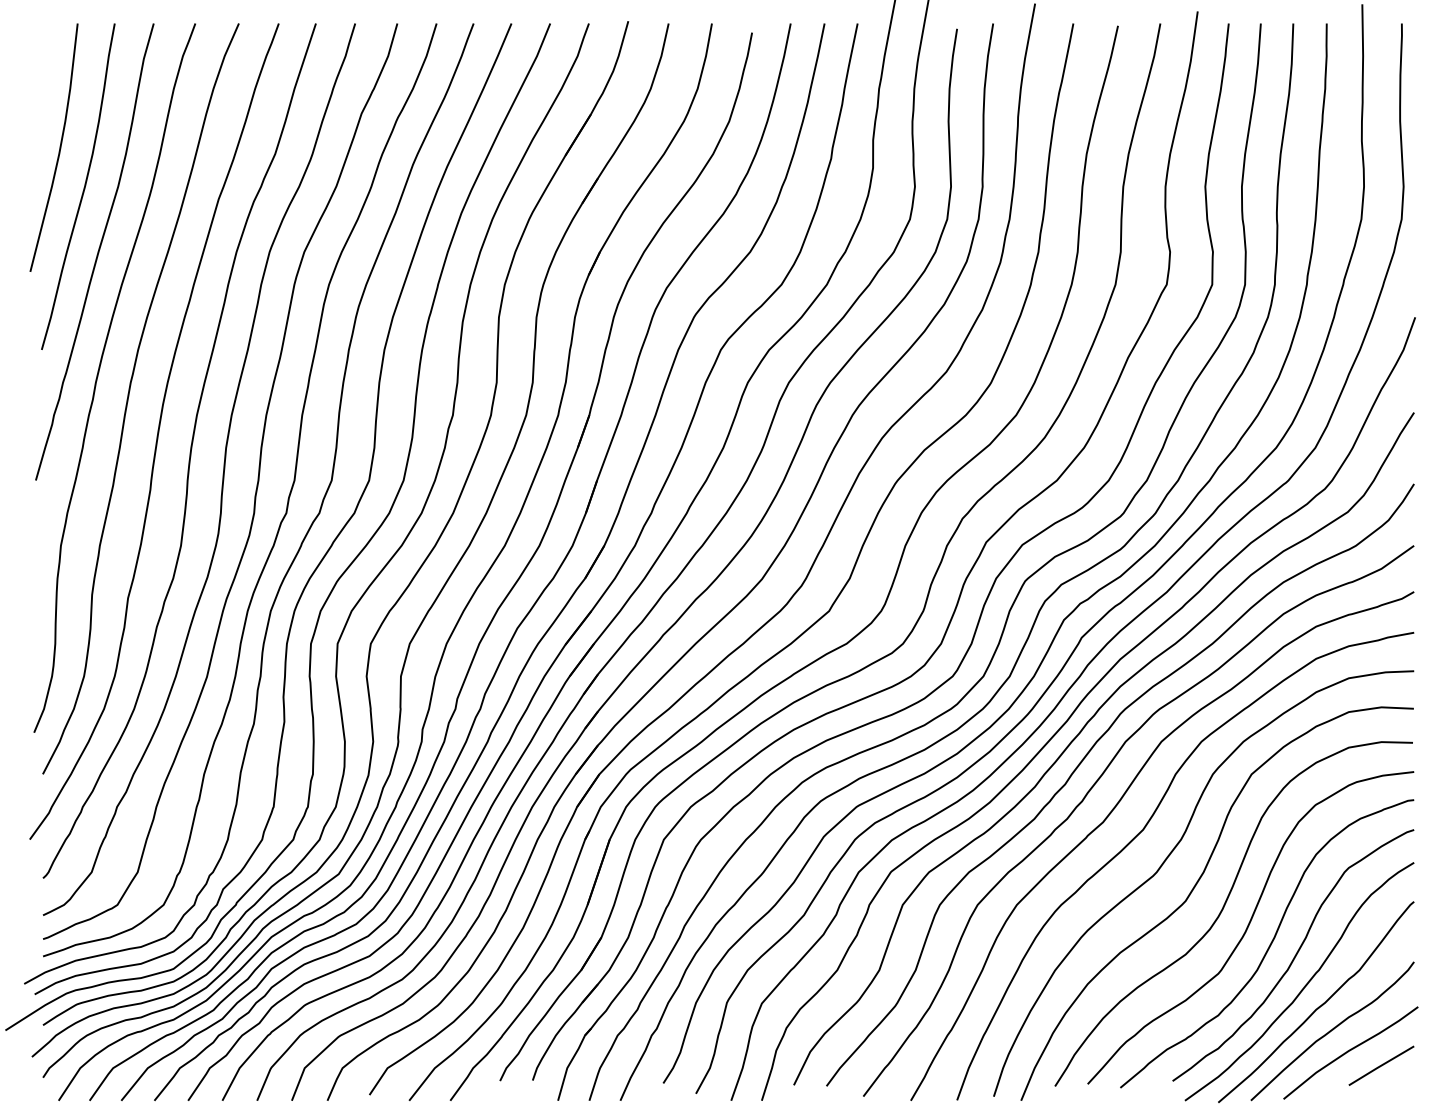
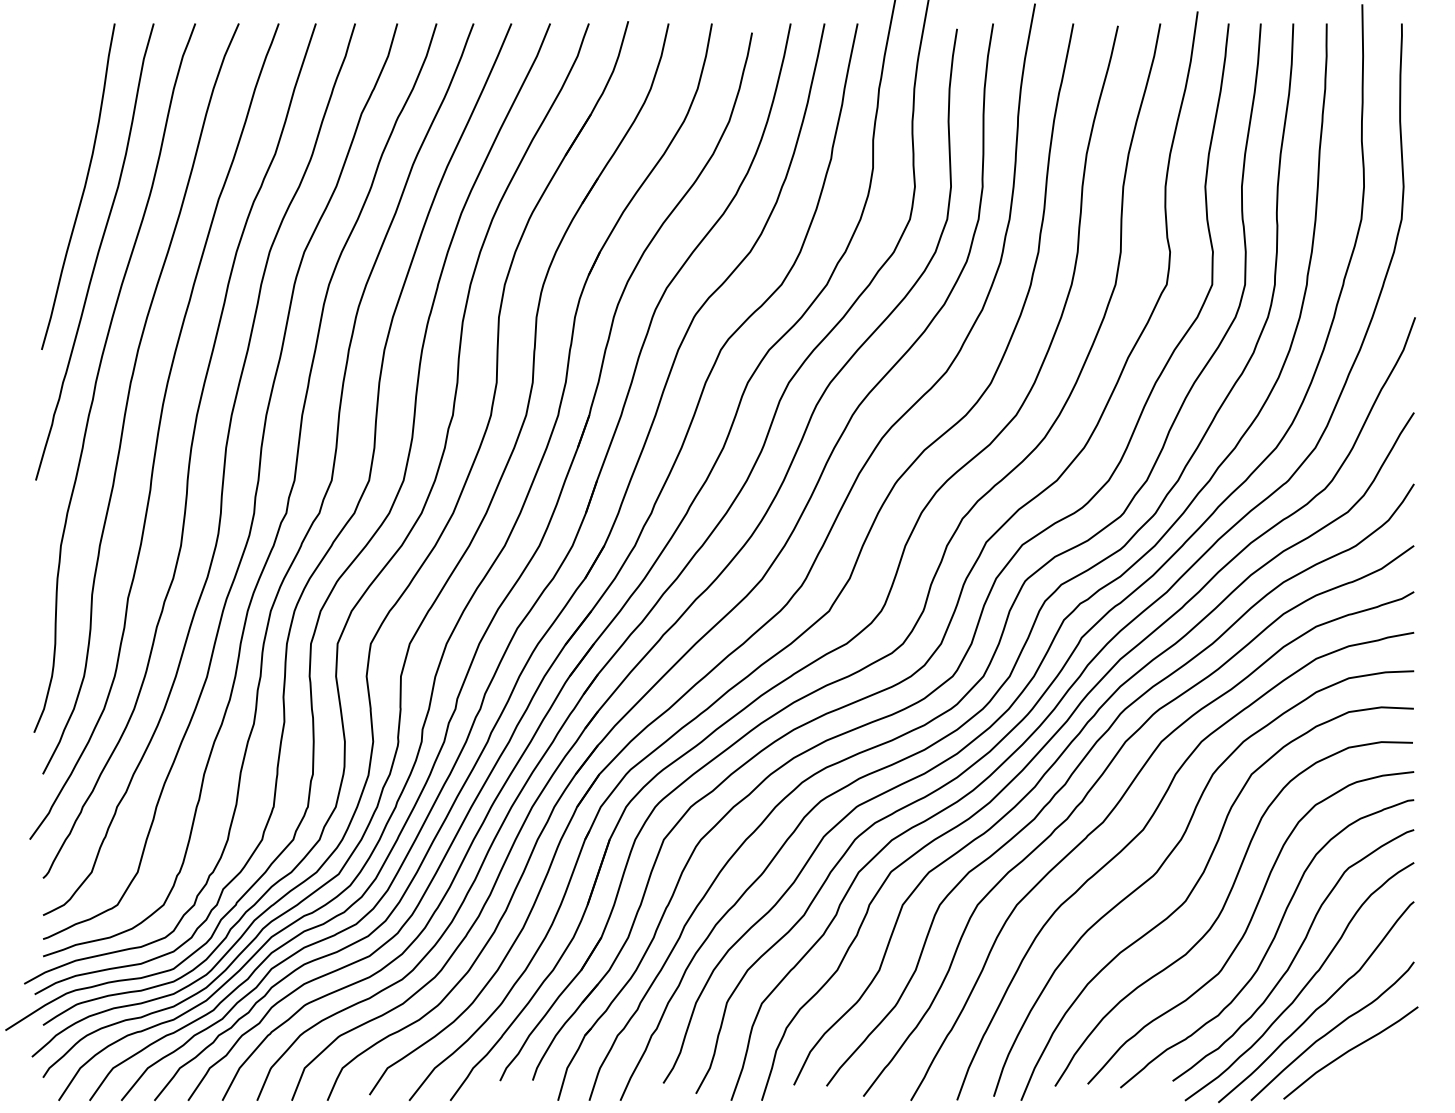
curve at (59, 147): present -> none
line at (1381, 1065): present -> none
